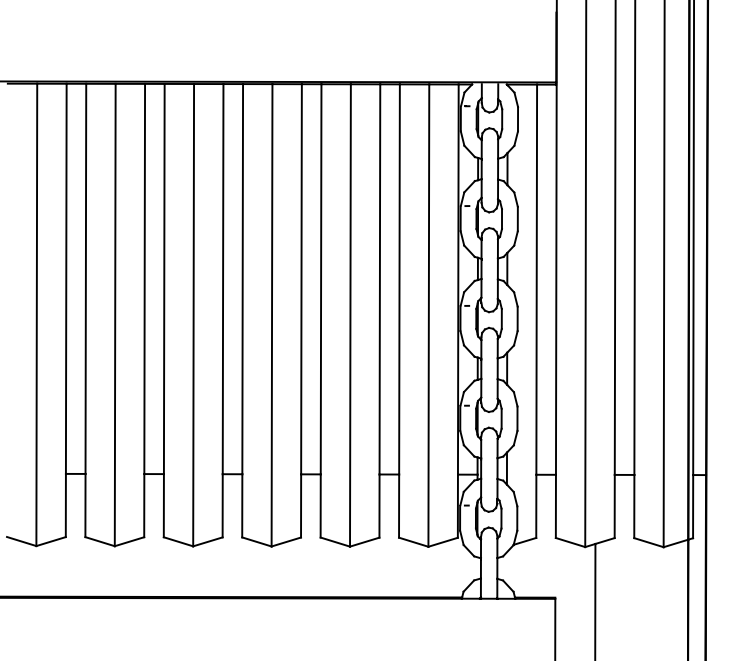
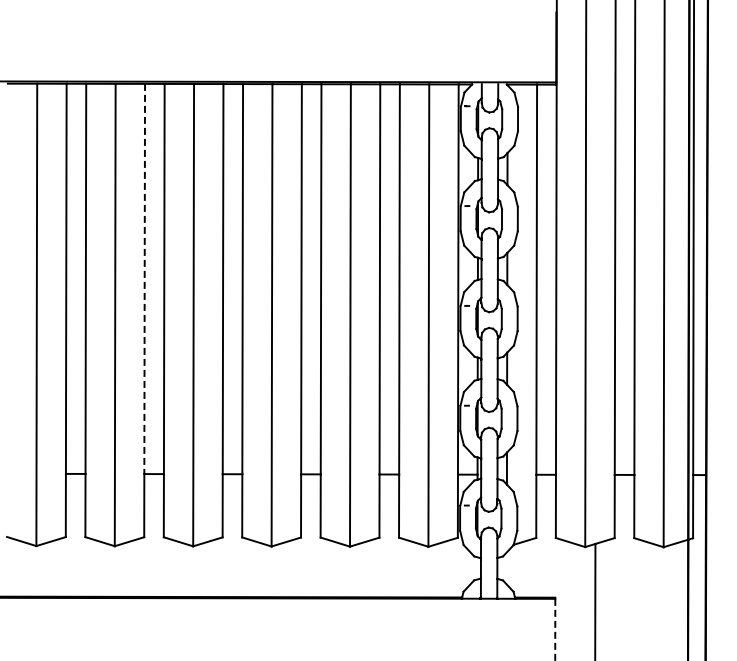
line at (144, 279): solid -> dashed
line at (555, 629): solid -> dashed
